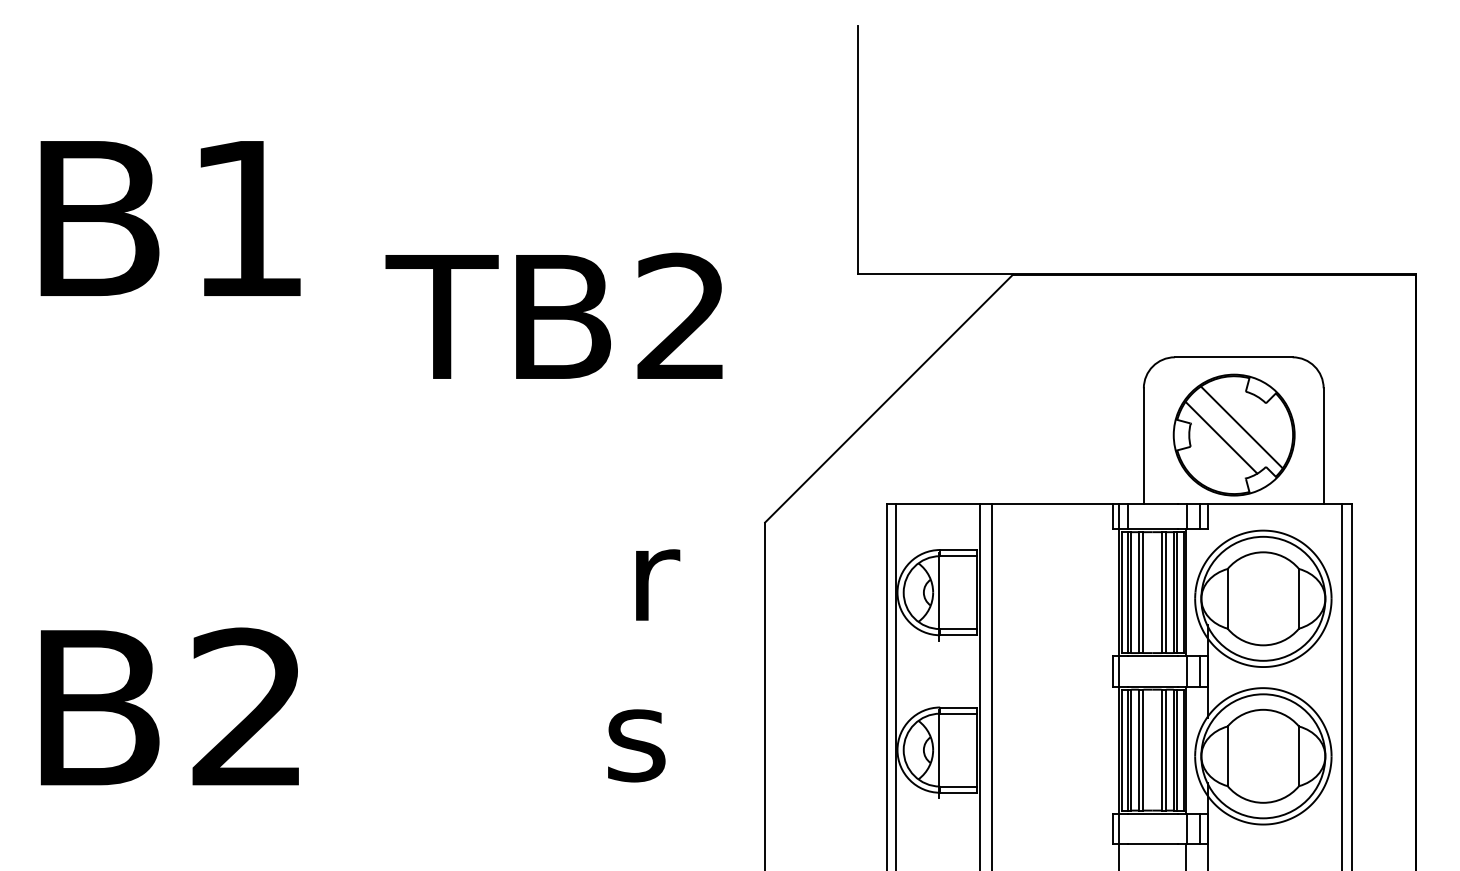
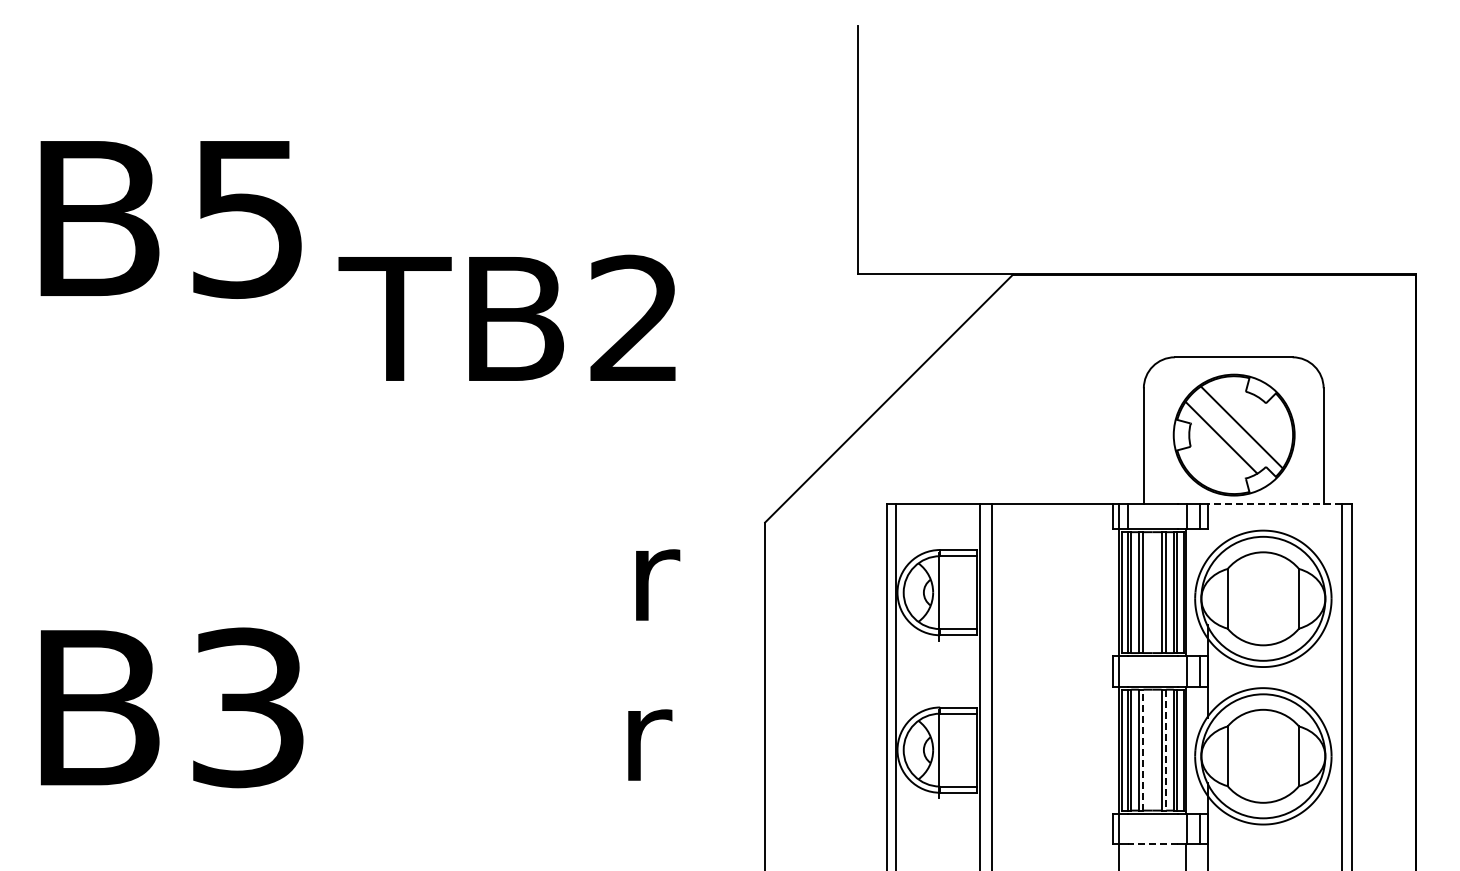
text at (247, 219): B1 -> B5
text at (553, 315) position: (553, 315) -> (506, 317)
line at (1274, 504): solid -> dashed
text at (247, 707): B2 -> B3
text at (640, 745): s -> r
line at (1143, 749): solid -> dashed
line at (1166, 750): solid -> dashed
line at (1153, 844): solid -> dashed
